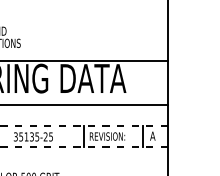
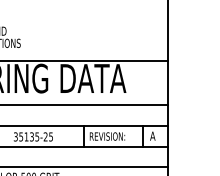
line at (84, 126): dashed -> solid
line at (84, 146): dashed -> solid
line at (84, 167): none -> present
